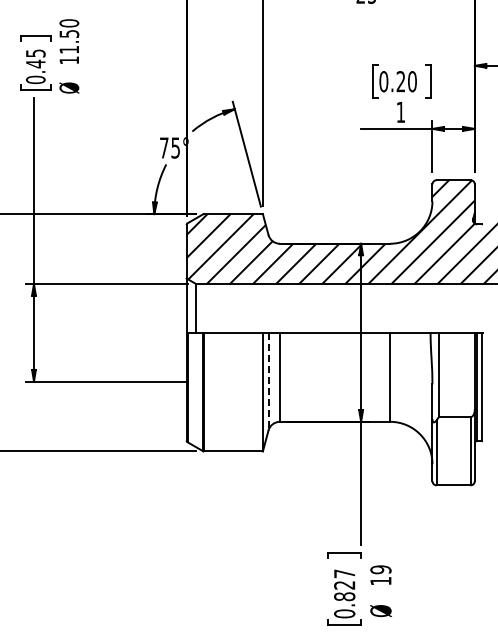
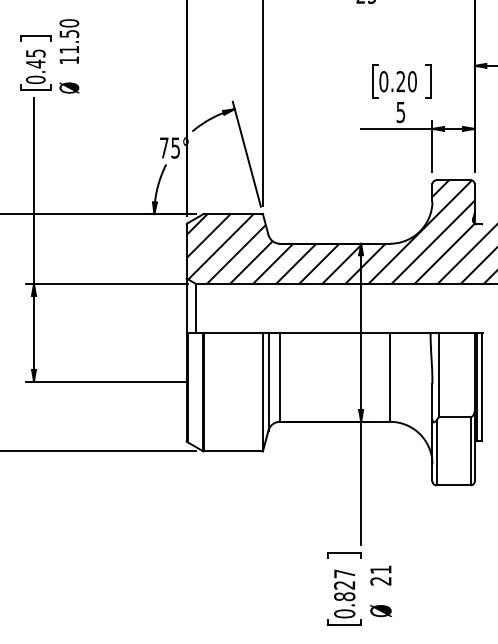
text at (400, 112): 1 -> 5
line at (268, 381): dashed -> solid
text at (380, 575): 19 -> 21
